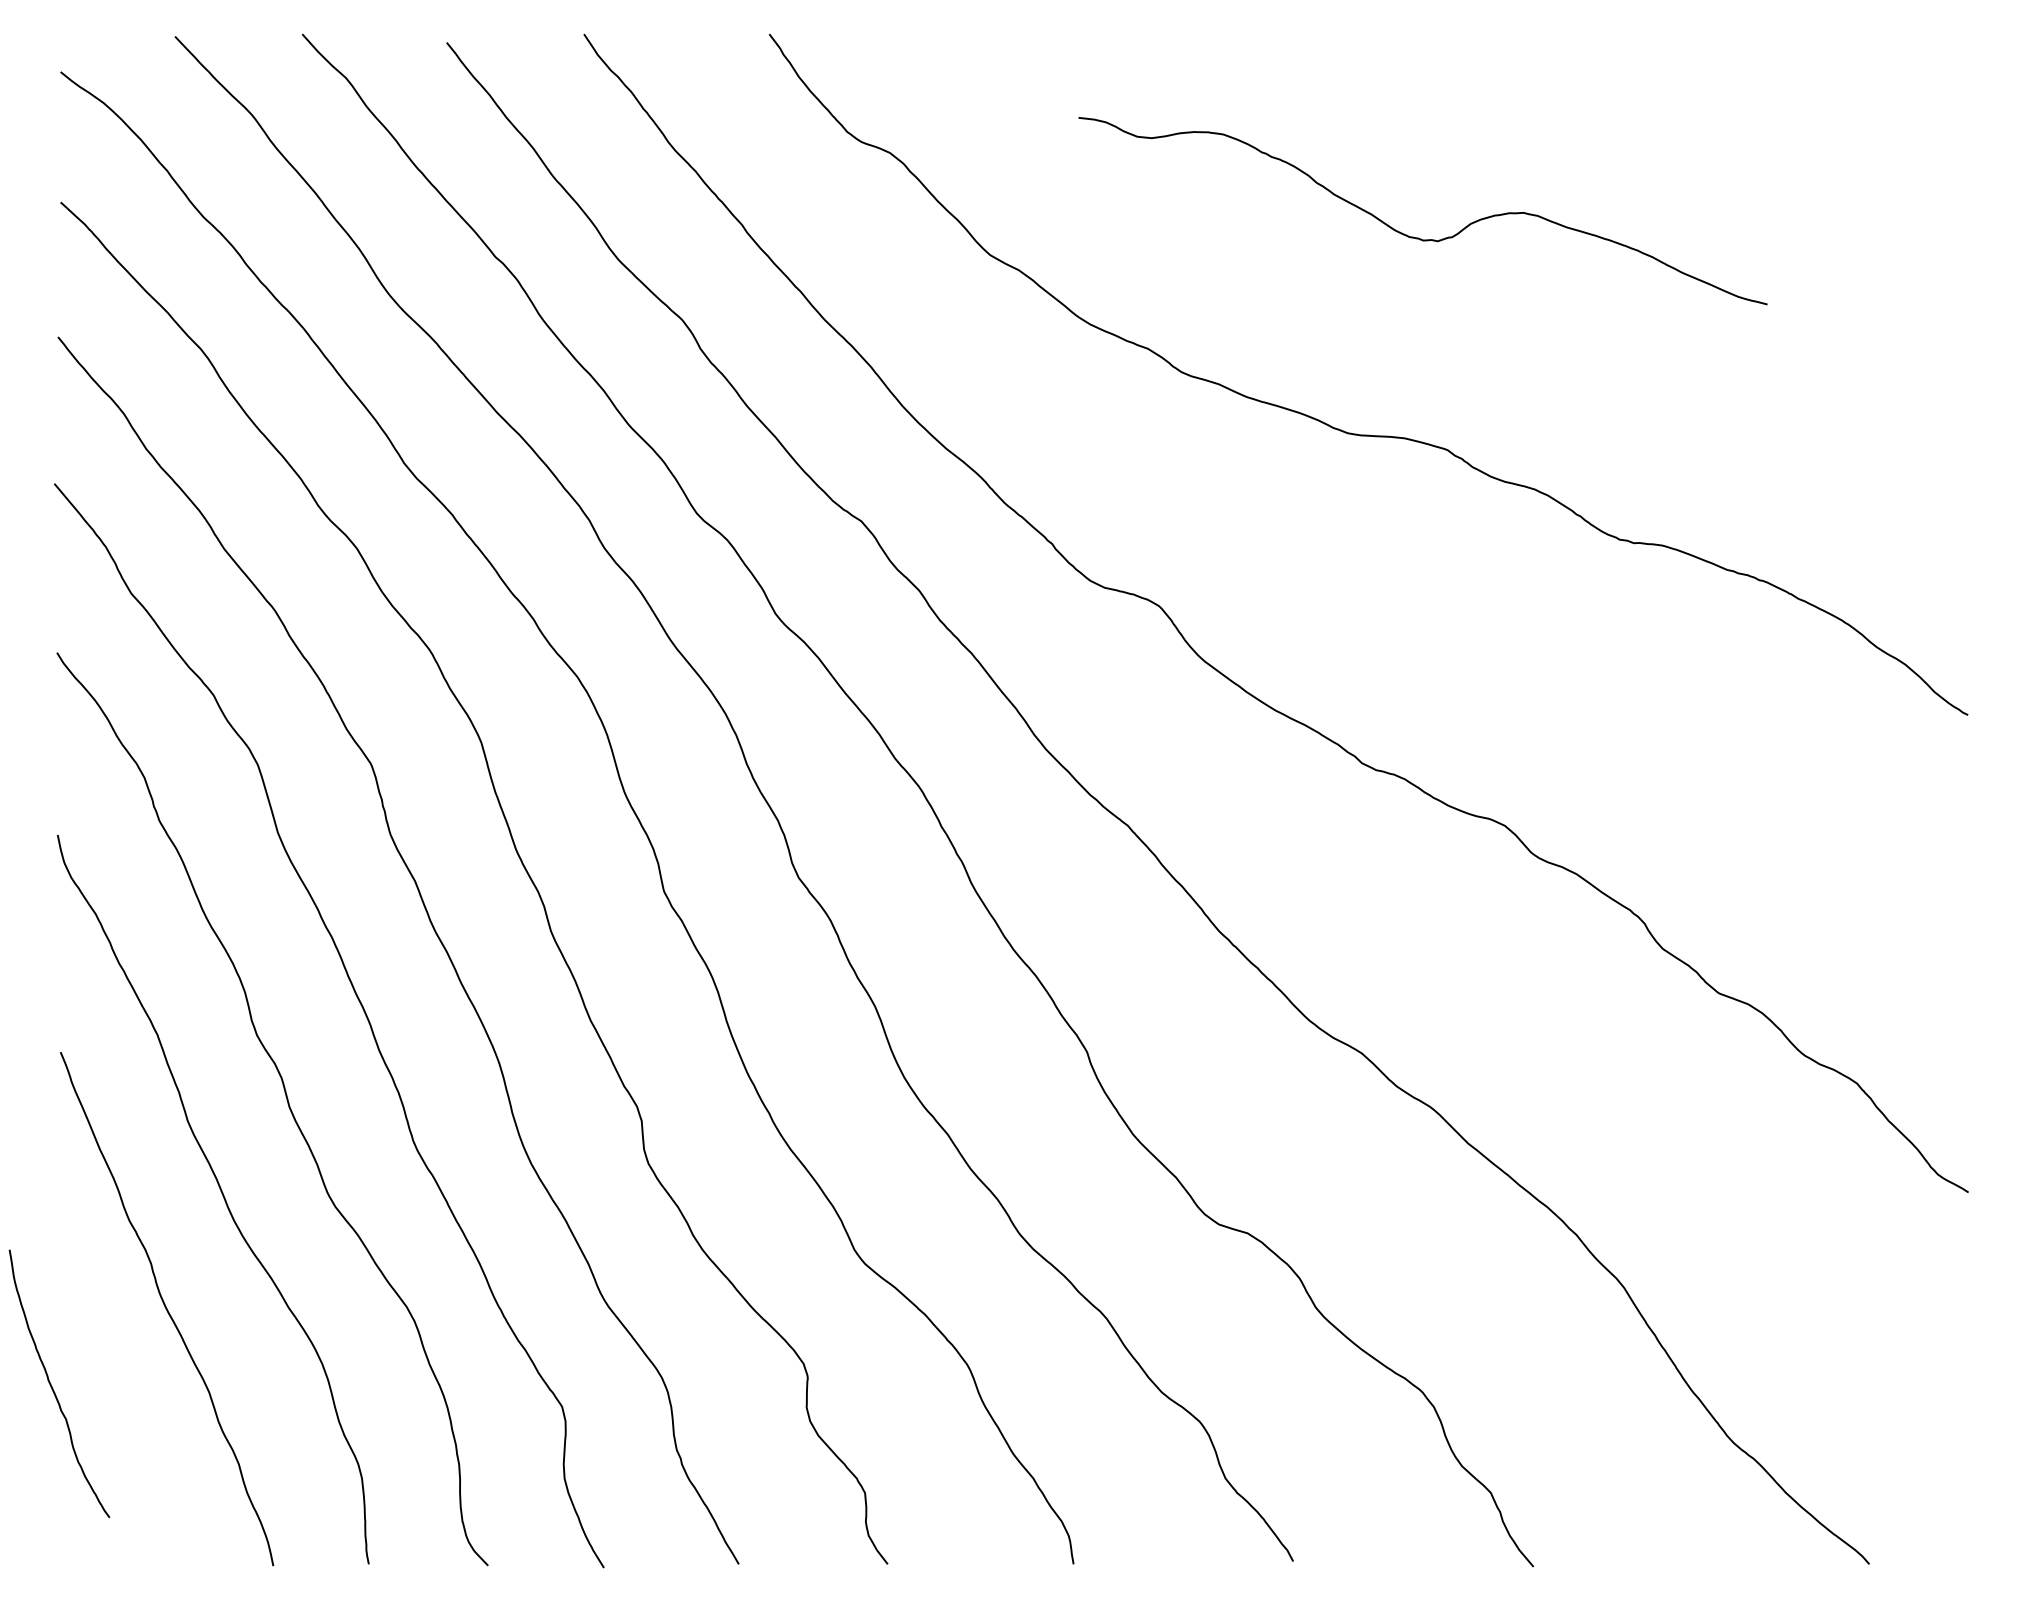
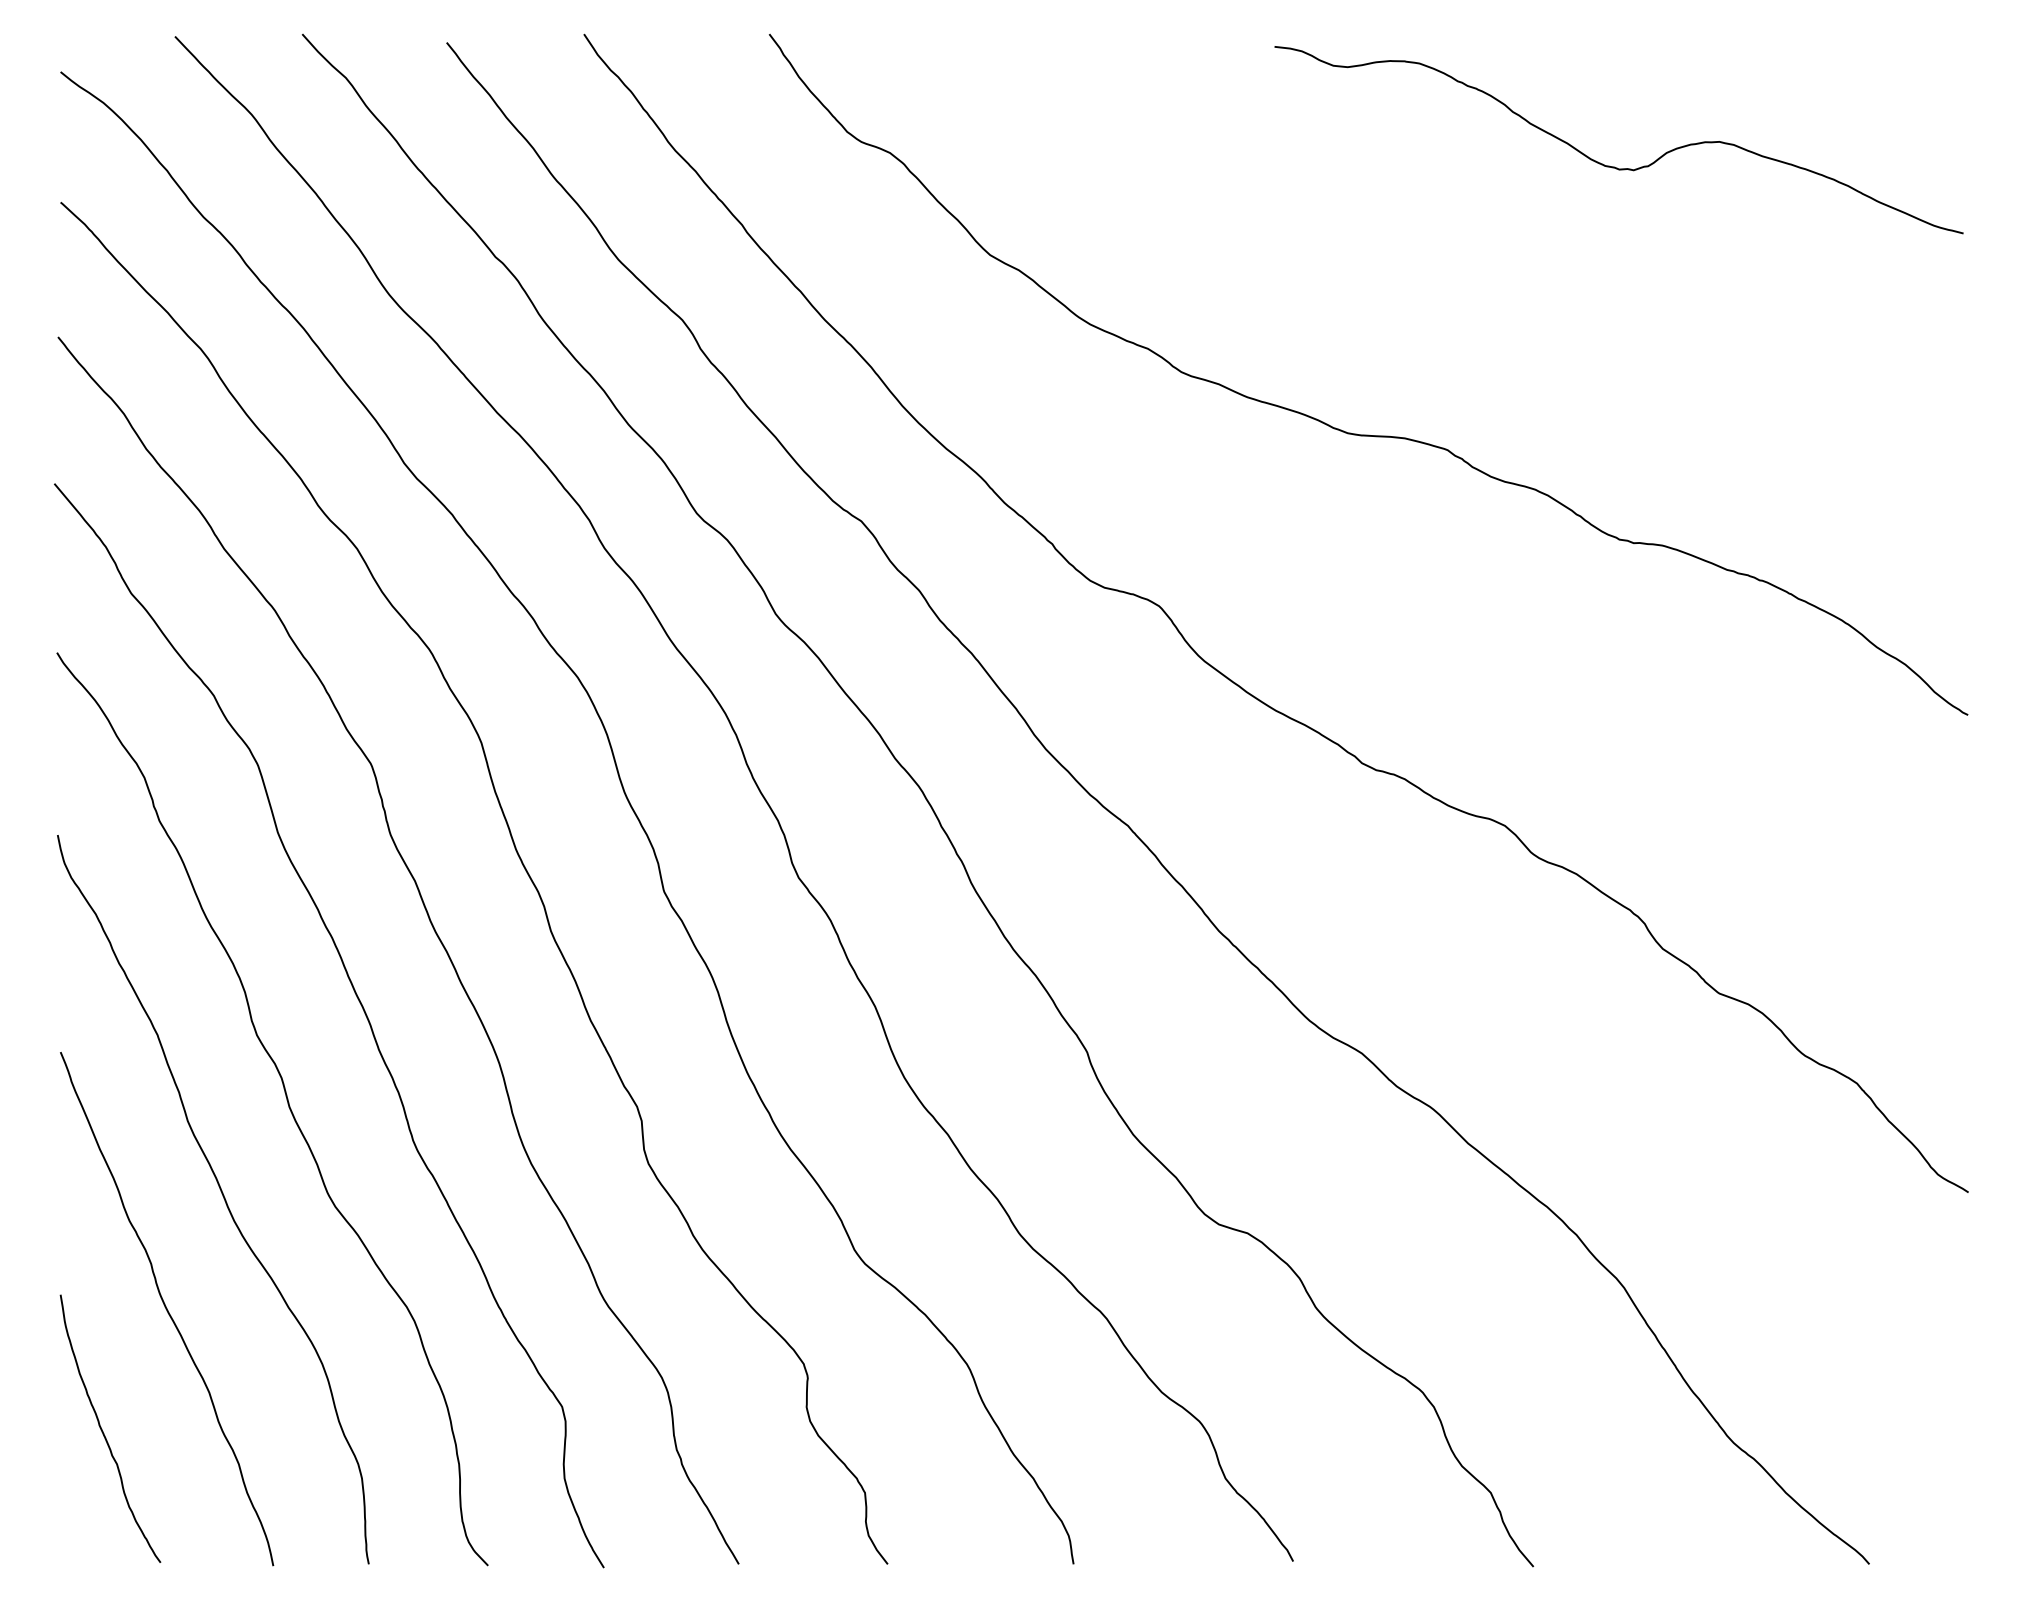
curve at (1418, 237) position: (1418, 237) -> (1614, 166)
curve at (52, 1386) position: (52, 1386) -> (103, 1431)
